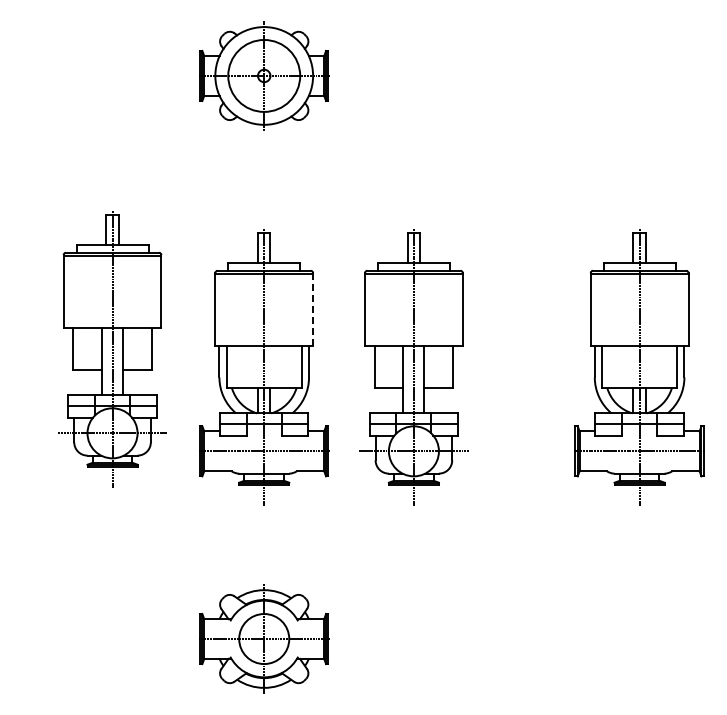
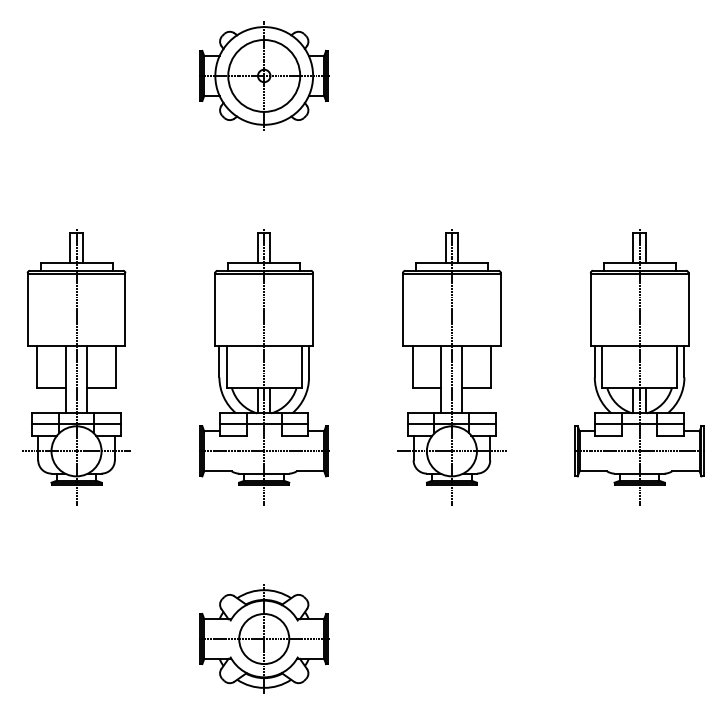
line at (313, 310): dashed -> solid
part at (112, 349) position: (112, 349) -> (76, 367)
part at (413, 367) position: (413, 367) -> (451, 367)
